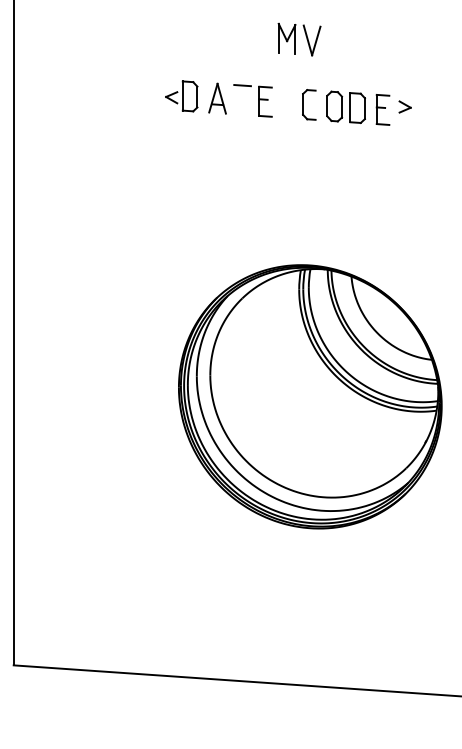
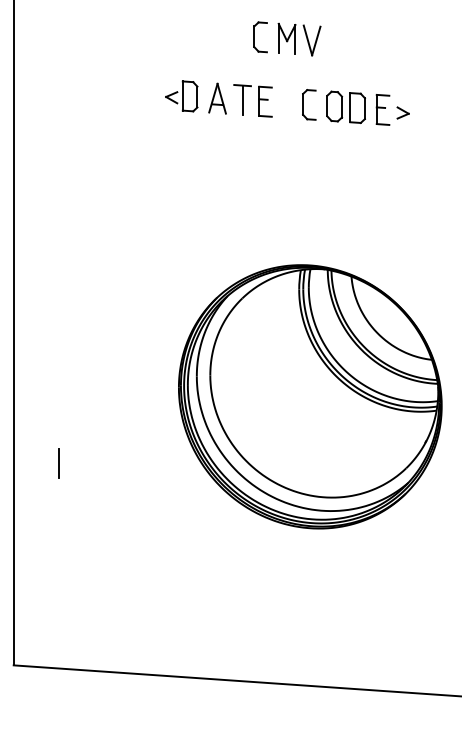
part at (260, 37): none -> present
line at (242, 99): none -> present
part at (404, 106) position: (404, 106) -> (402, 112)
line at (58, 463): none -> present
